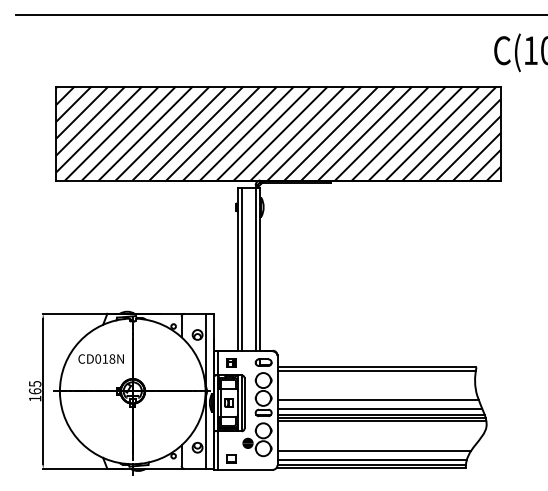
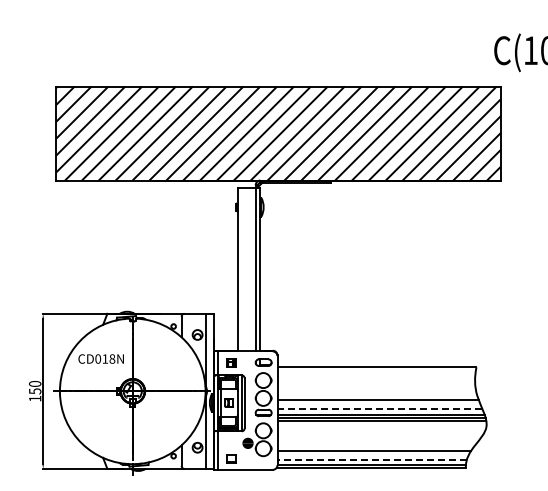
line at (280, 14): present -> none
line at (242, 269): present -> none
line at (376, 371): present -> none
text at (34, 387): 165 -> 150
line at (379, 408): solid -> dashed
line at (372, 460): solid -> dashed
